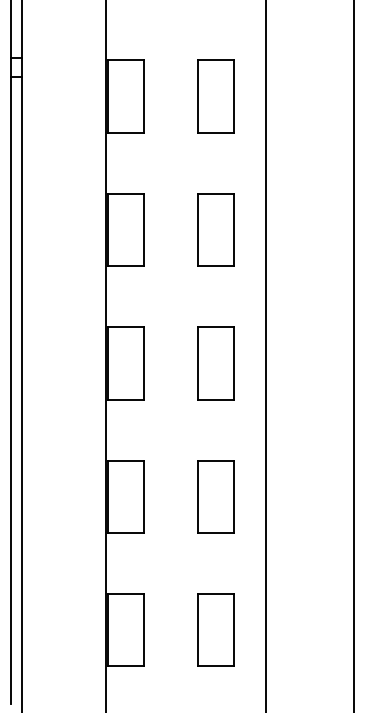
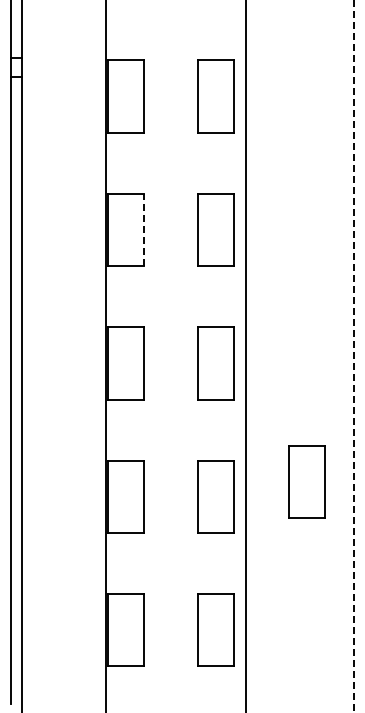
line at (144, 229): solid -> dashed
line at (266, 355) position: (266, 355) -> (246, 355)
line at (353, 356): solid -> dashed
part at (306, 481): none -> present
